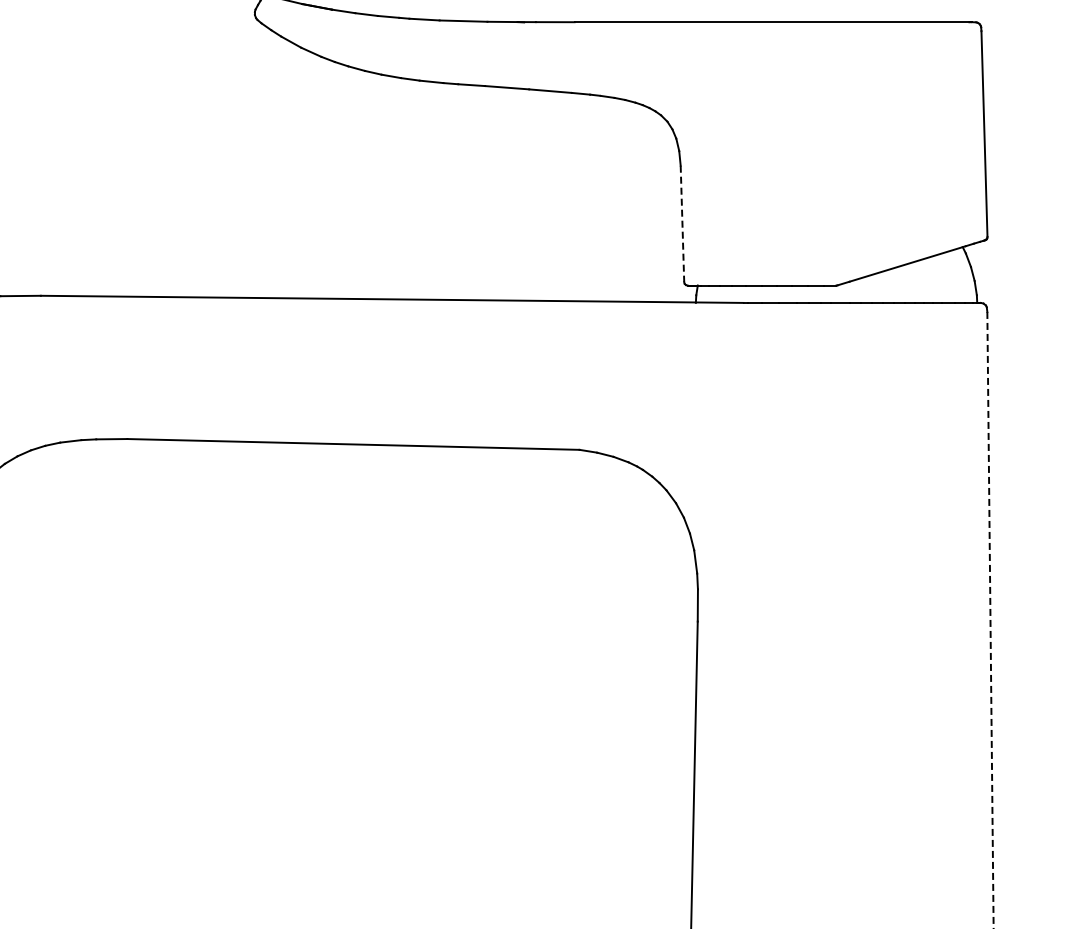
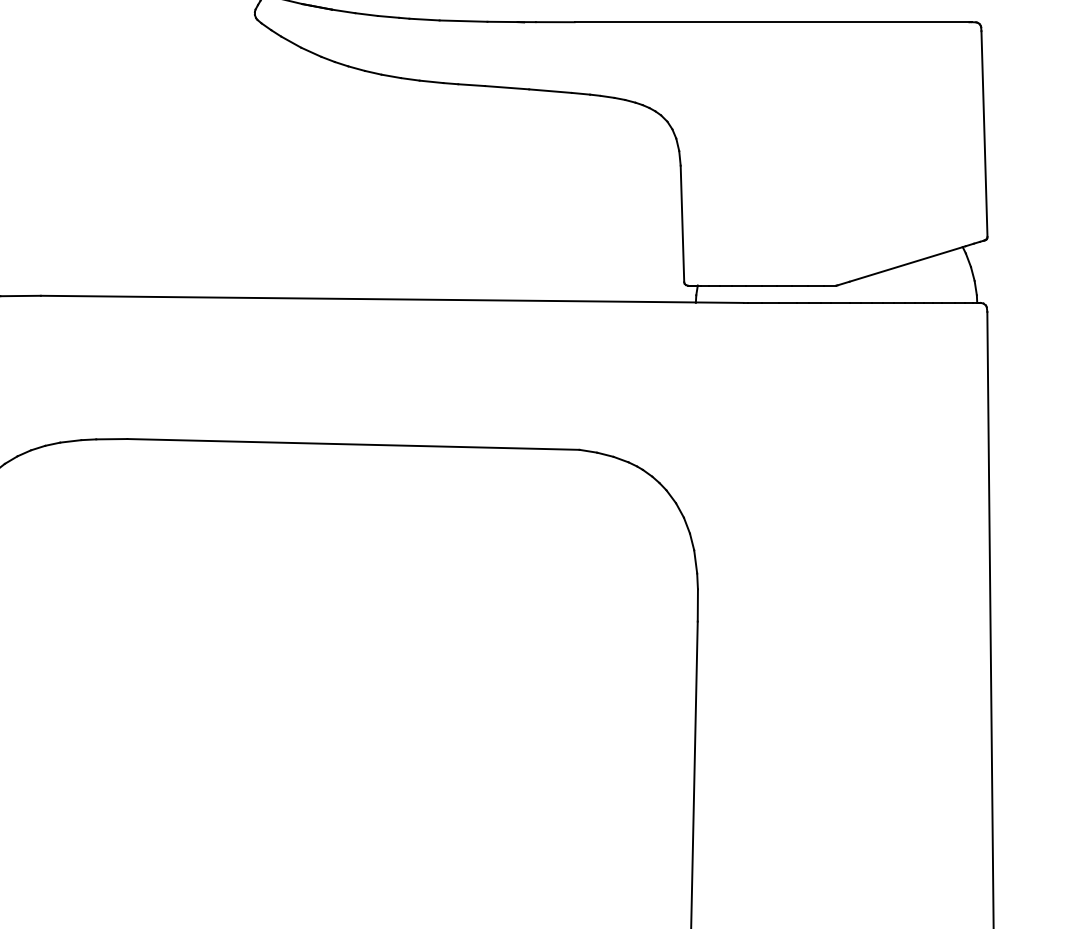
line at (682, 224): dashed -> solid
line at (990, 620): dashed -> solid
